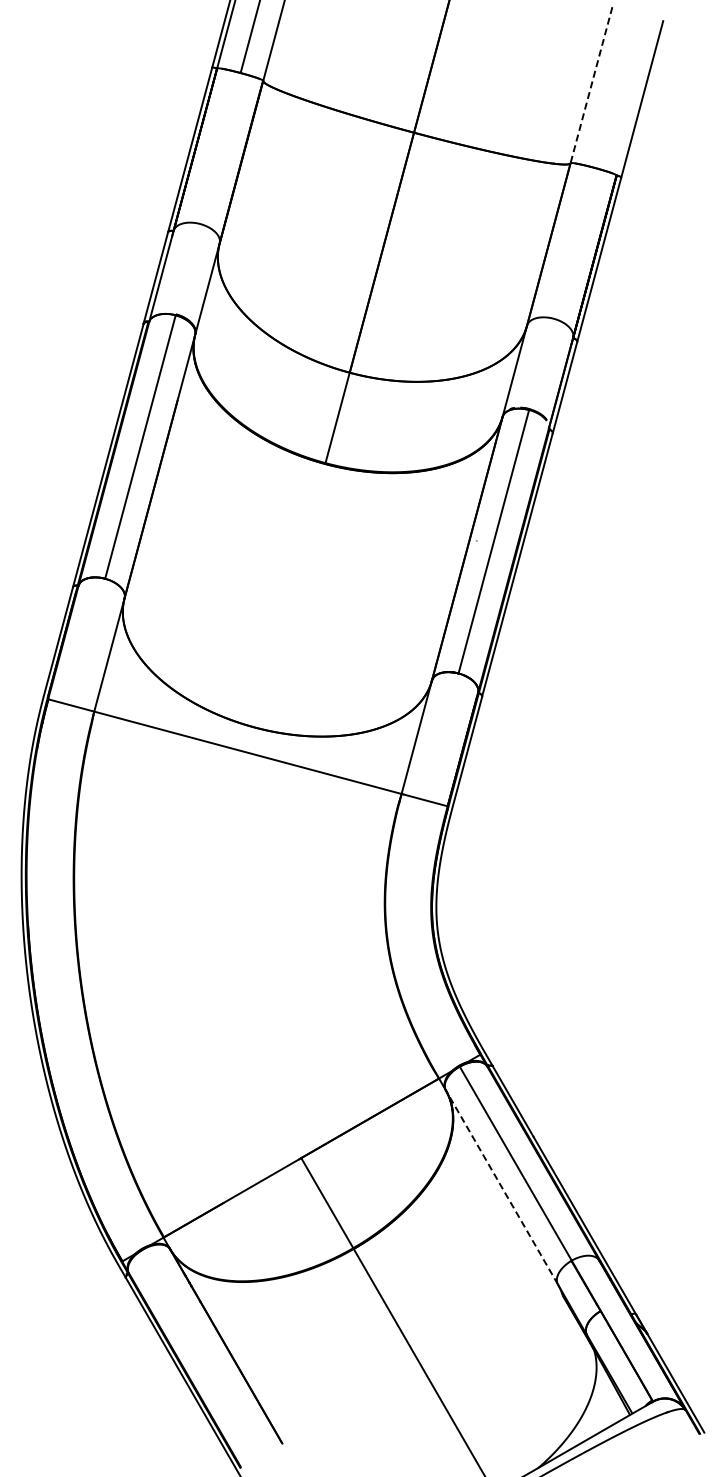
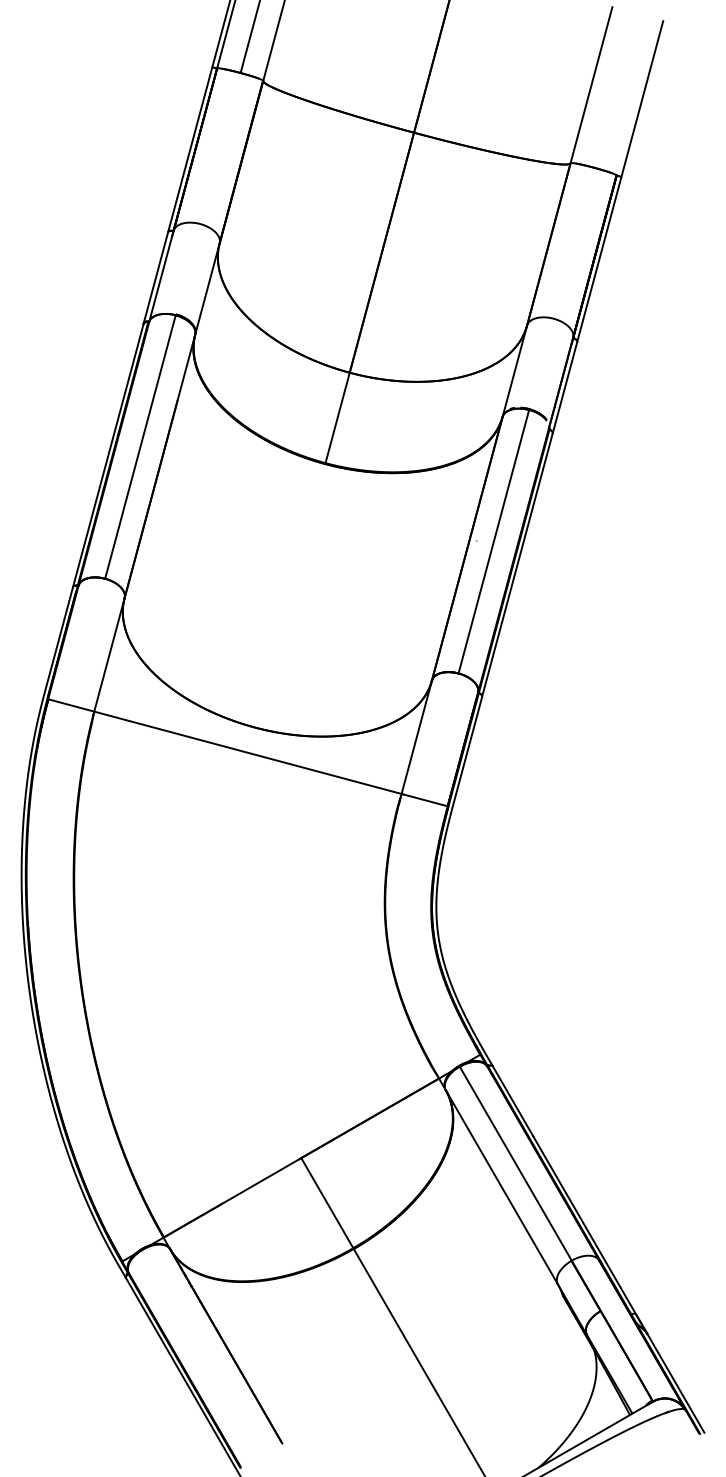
line at (591, 85): dashed -> solid
line at (501, 1187): dashed -> solid
